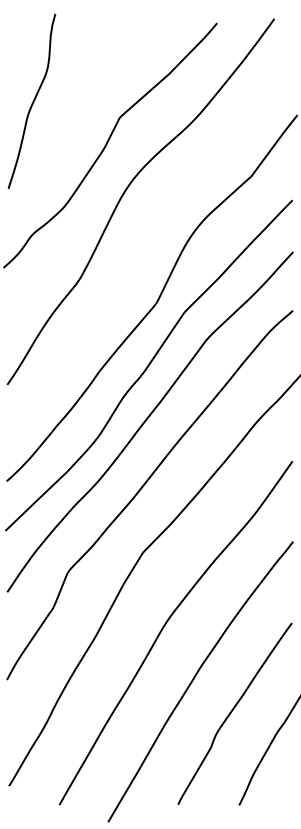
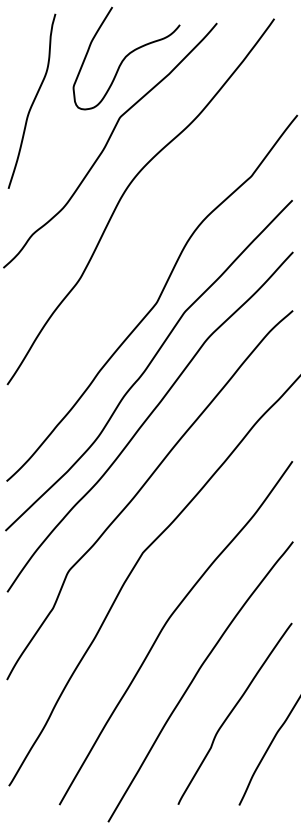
curve at (126, 57): none -> present
